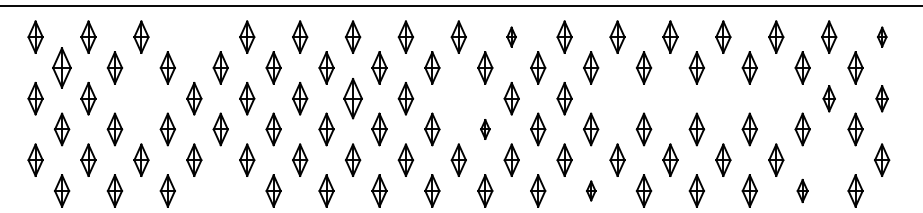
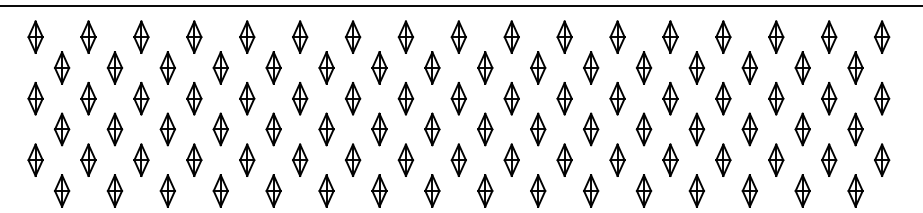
part at (194, 36): none -> present
part at (511, 36) size: 11x22 px -> 17x34 px
part at (882, 36) size: 11x22 px -> 17x34 px
part at (61, 67) size: 20x42 px -> 17x34 px
part at (141, 98): none -> present
part at (352, 98) size: 20x42 px -> 18x34 px
part at (458, 98): none -> present
part at (617, 98): none -> present
part at (670, 98): none -> present
part at (723, 98): none -> present
part at (776, 98): none -> present
part at (828, 98) size: 14x28 px -> 17x34 px
part at (881, 98) size: 14x28 px -> 17x34 px
part at (485, 129) size: 11x21 px -> 17x35 px
part at (829, 159): none -> present
part at (220, 190): none -> present
part at (591, 190) size: 11x22 px -> 17x34 px
part at (802, 190) size: 13x24 px -> 17x34 px
